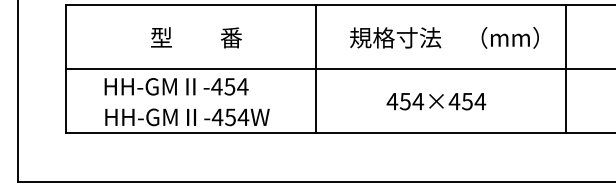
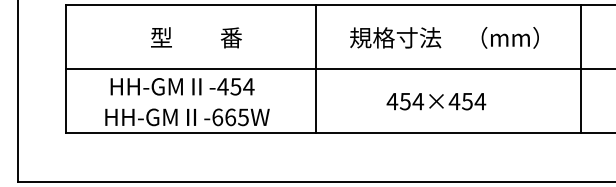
line at (565, 68) position: (565, 68) -> (580, 68)
text at (176, 86) position: (176, 86) -> (182, 86)
text at (230, 117): -454W -> -665W
